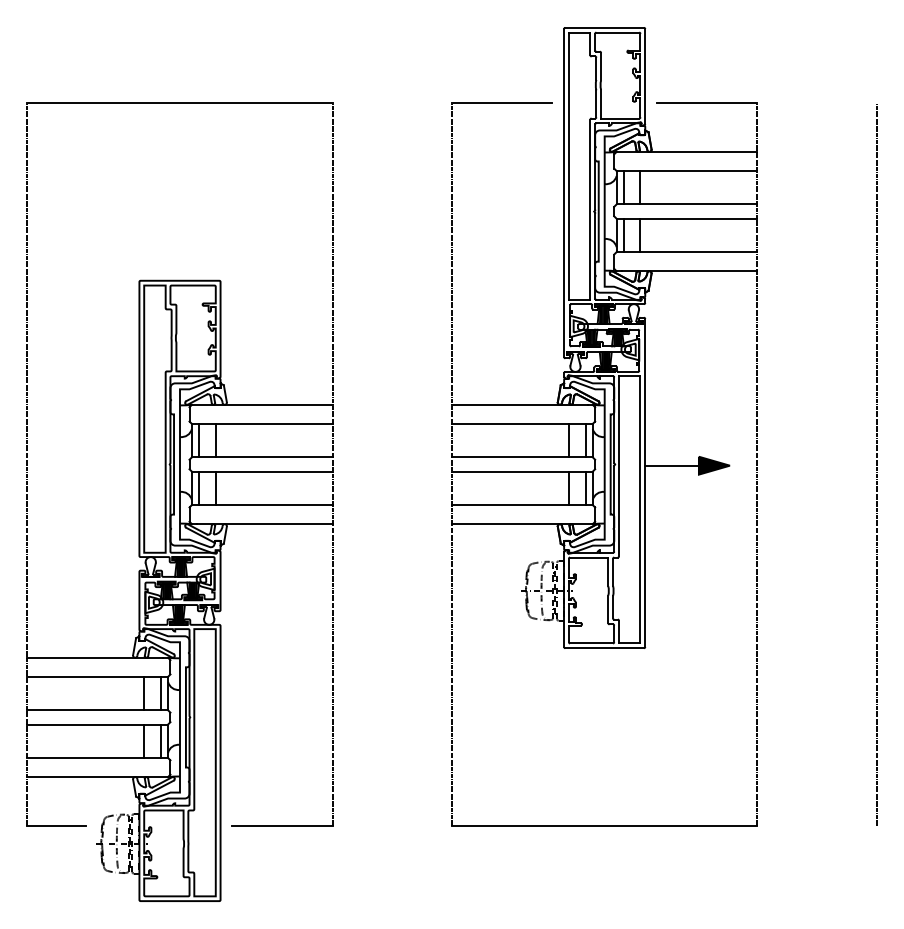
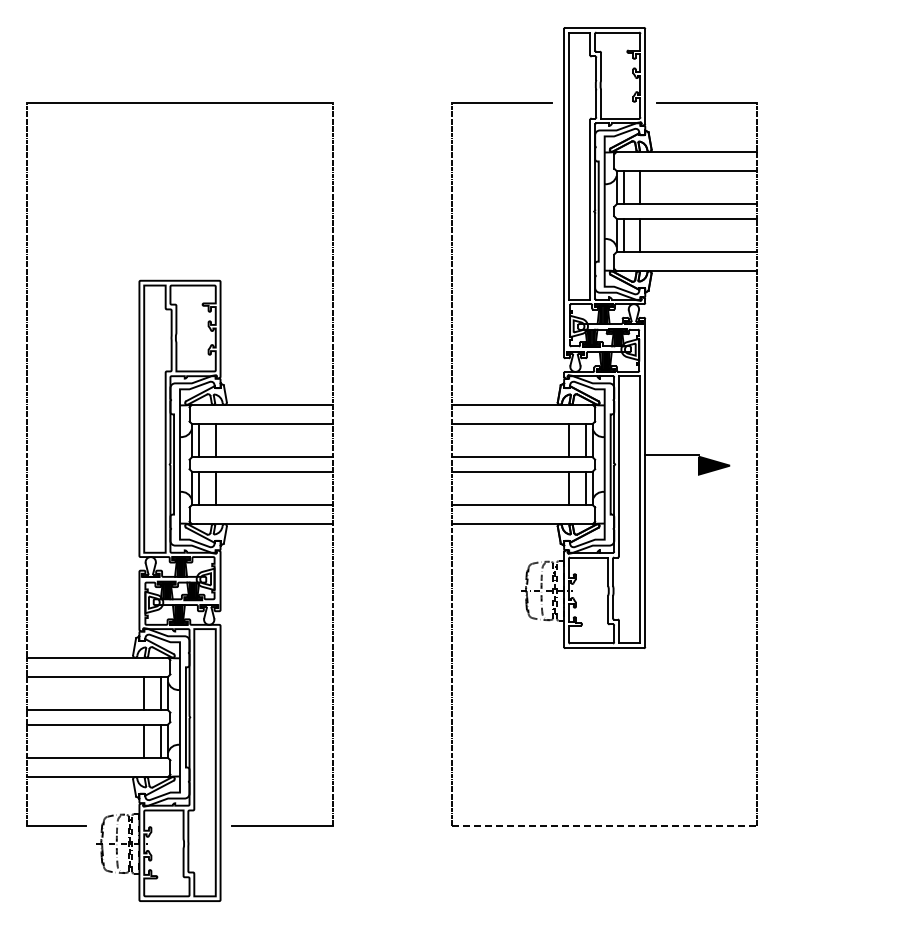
line at (876, 464): present -> none
line at (671, 465) position: (671, 465) -> (671, 454)
line at (604, 825): solid -> dashed
